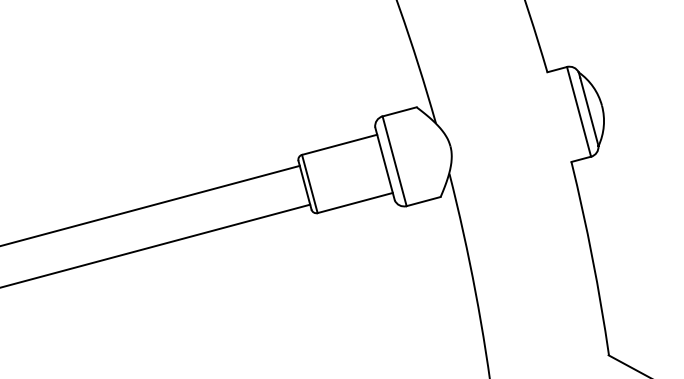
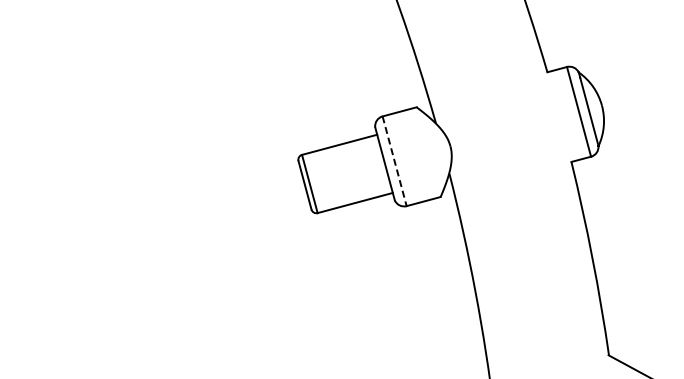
line at (394, 161): solid -> dashed
line at (150, 205): present -> none
line at (156, 245): present -> none
